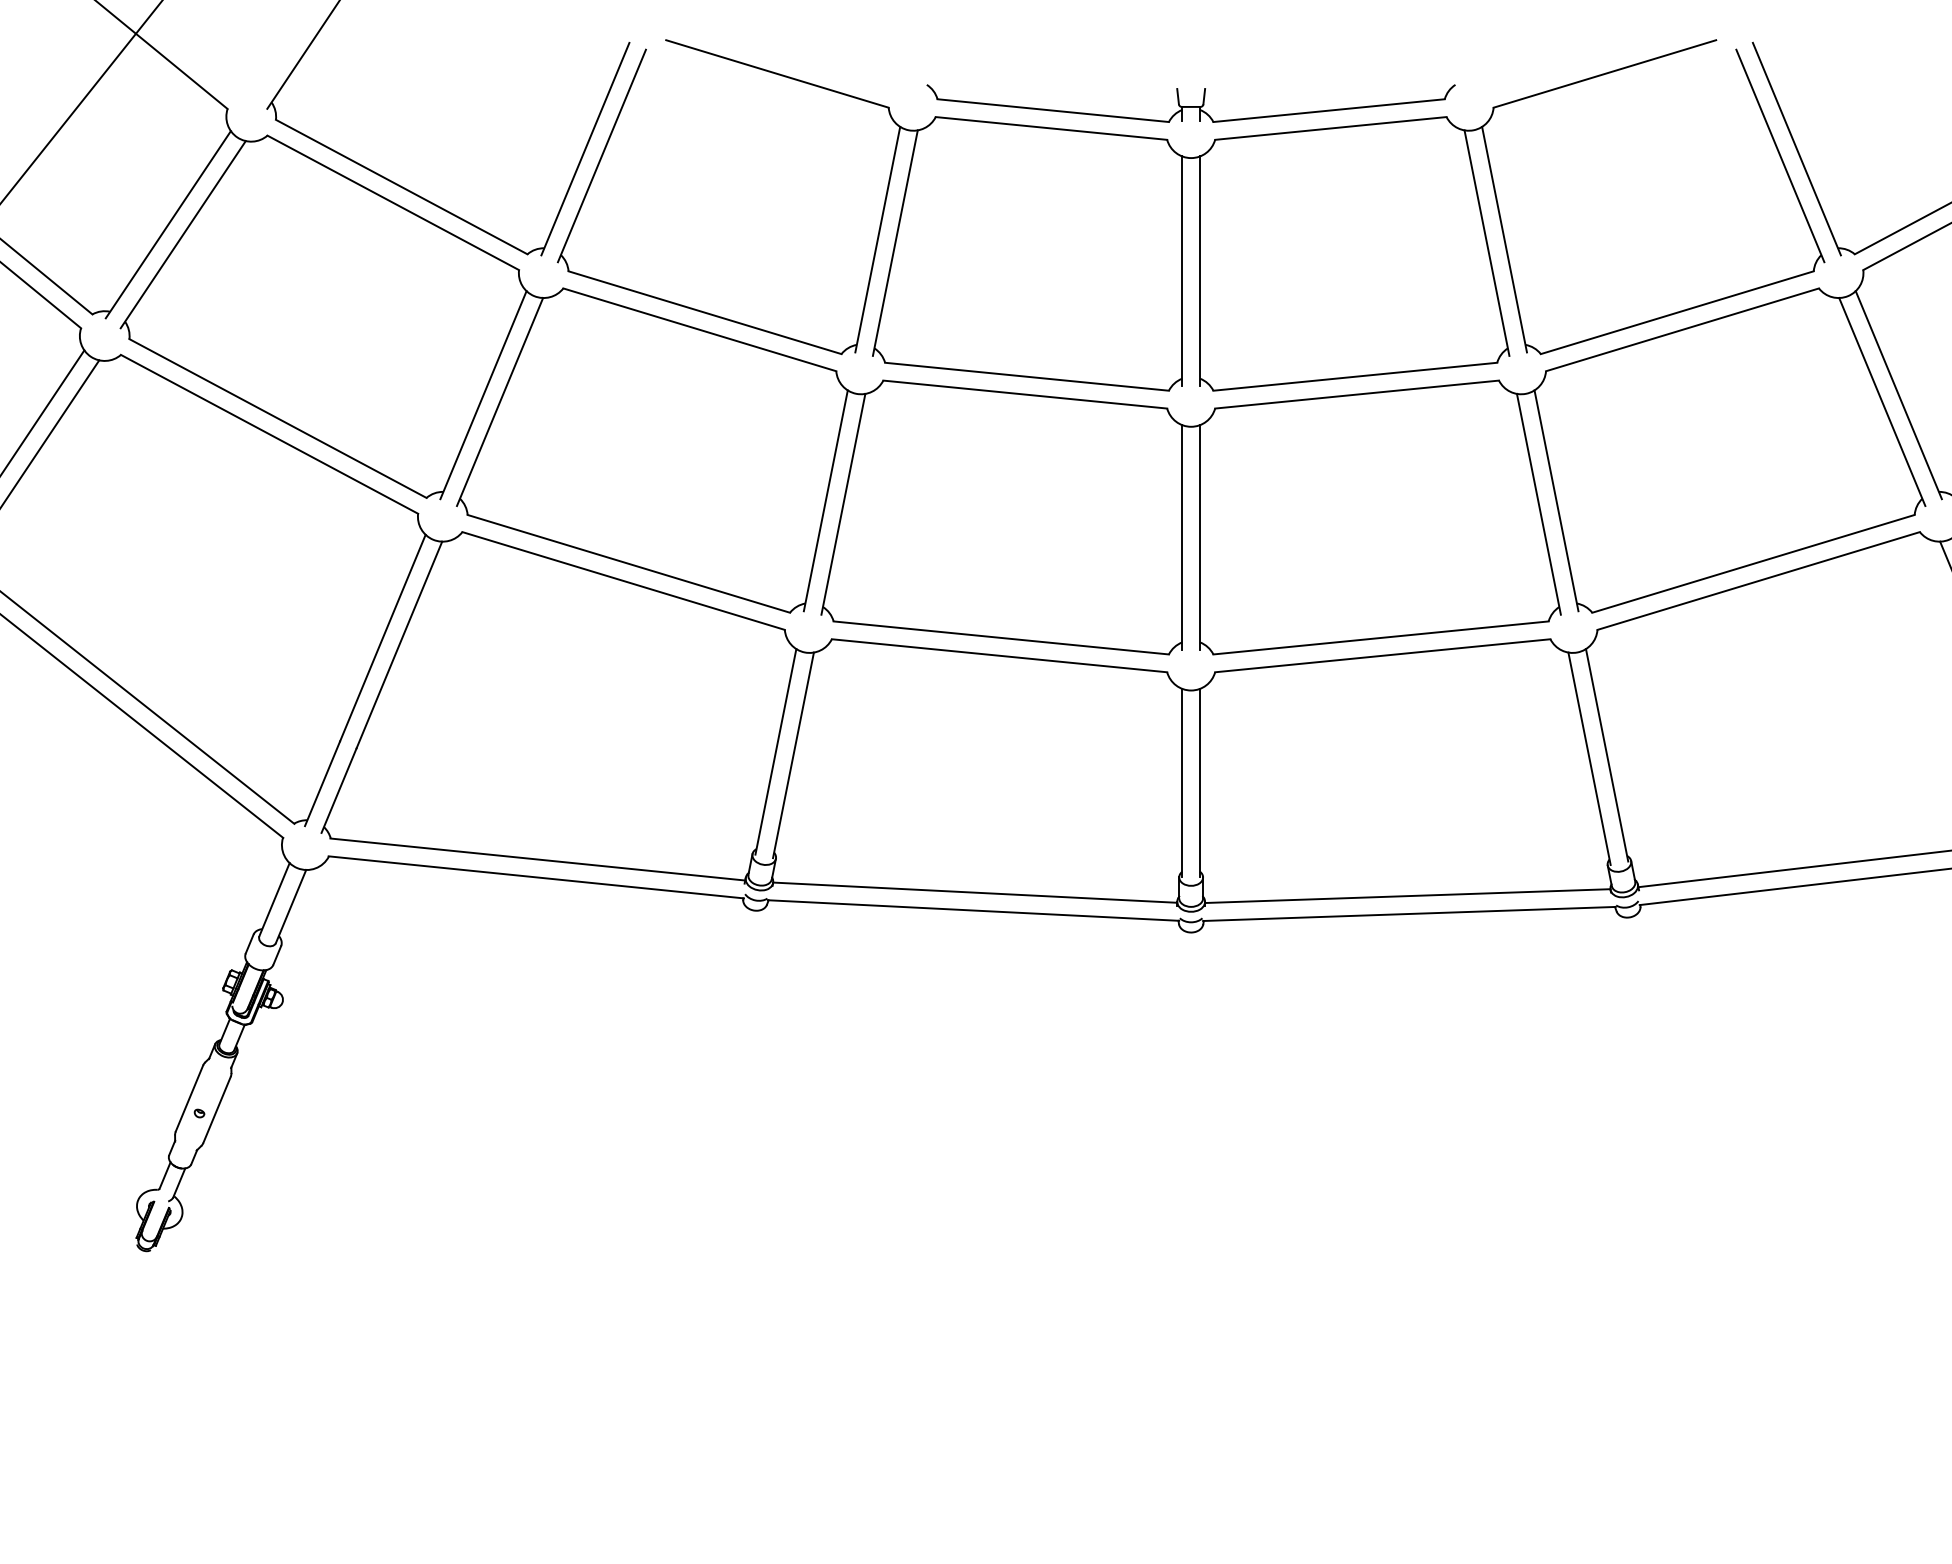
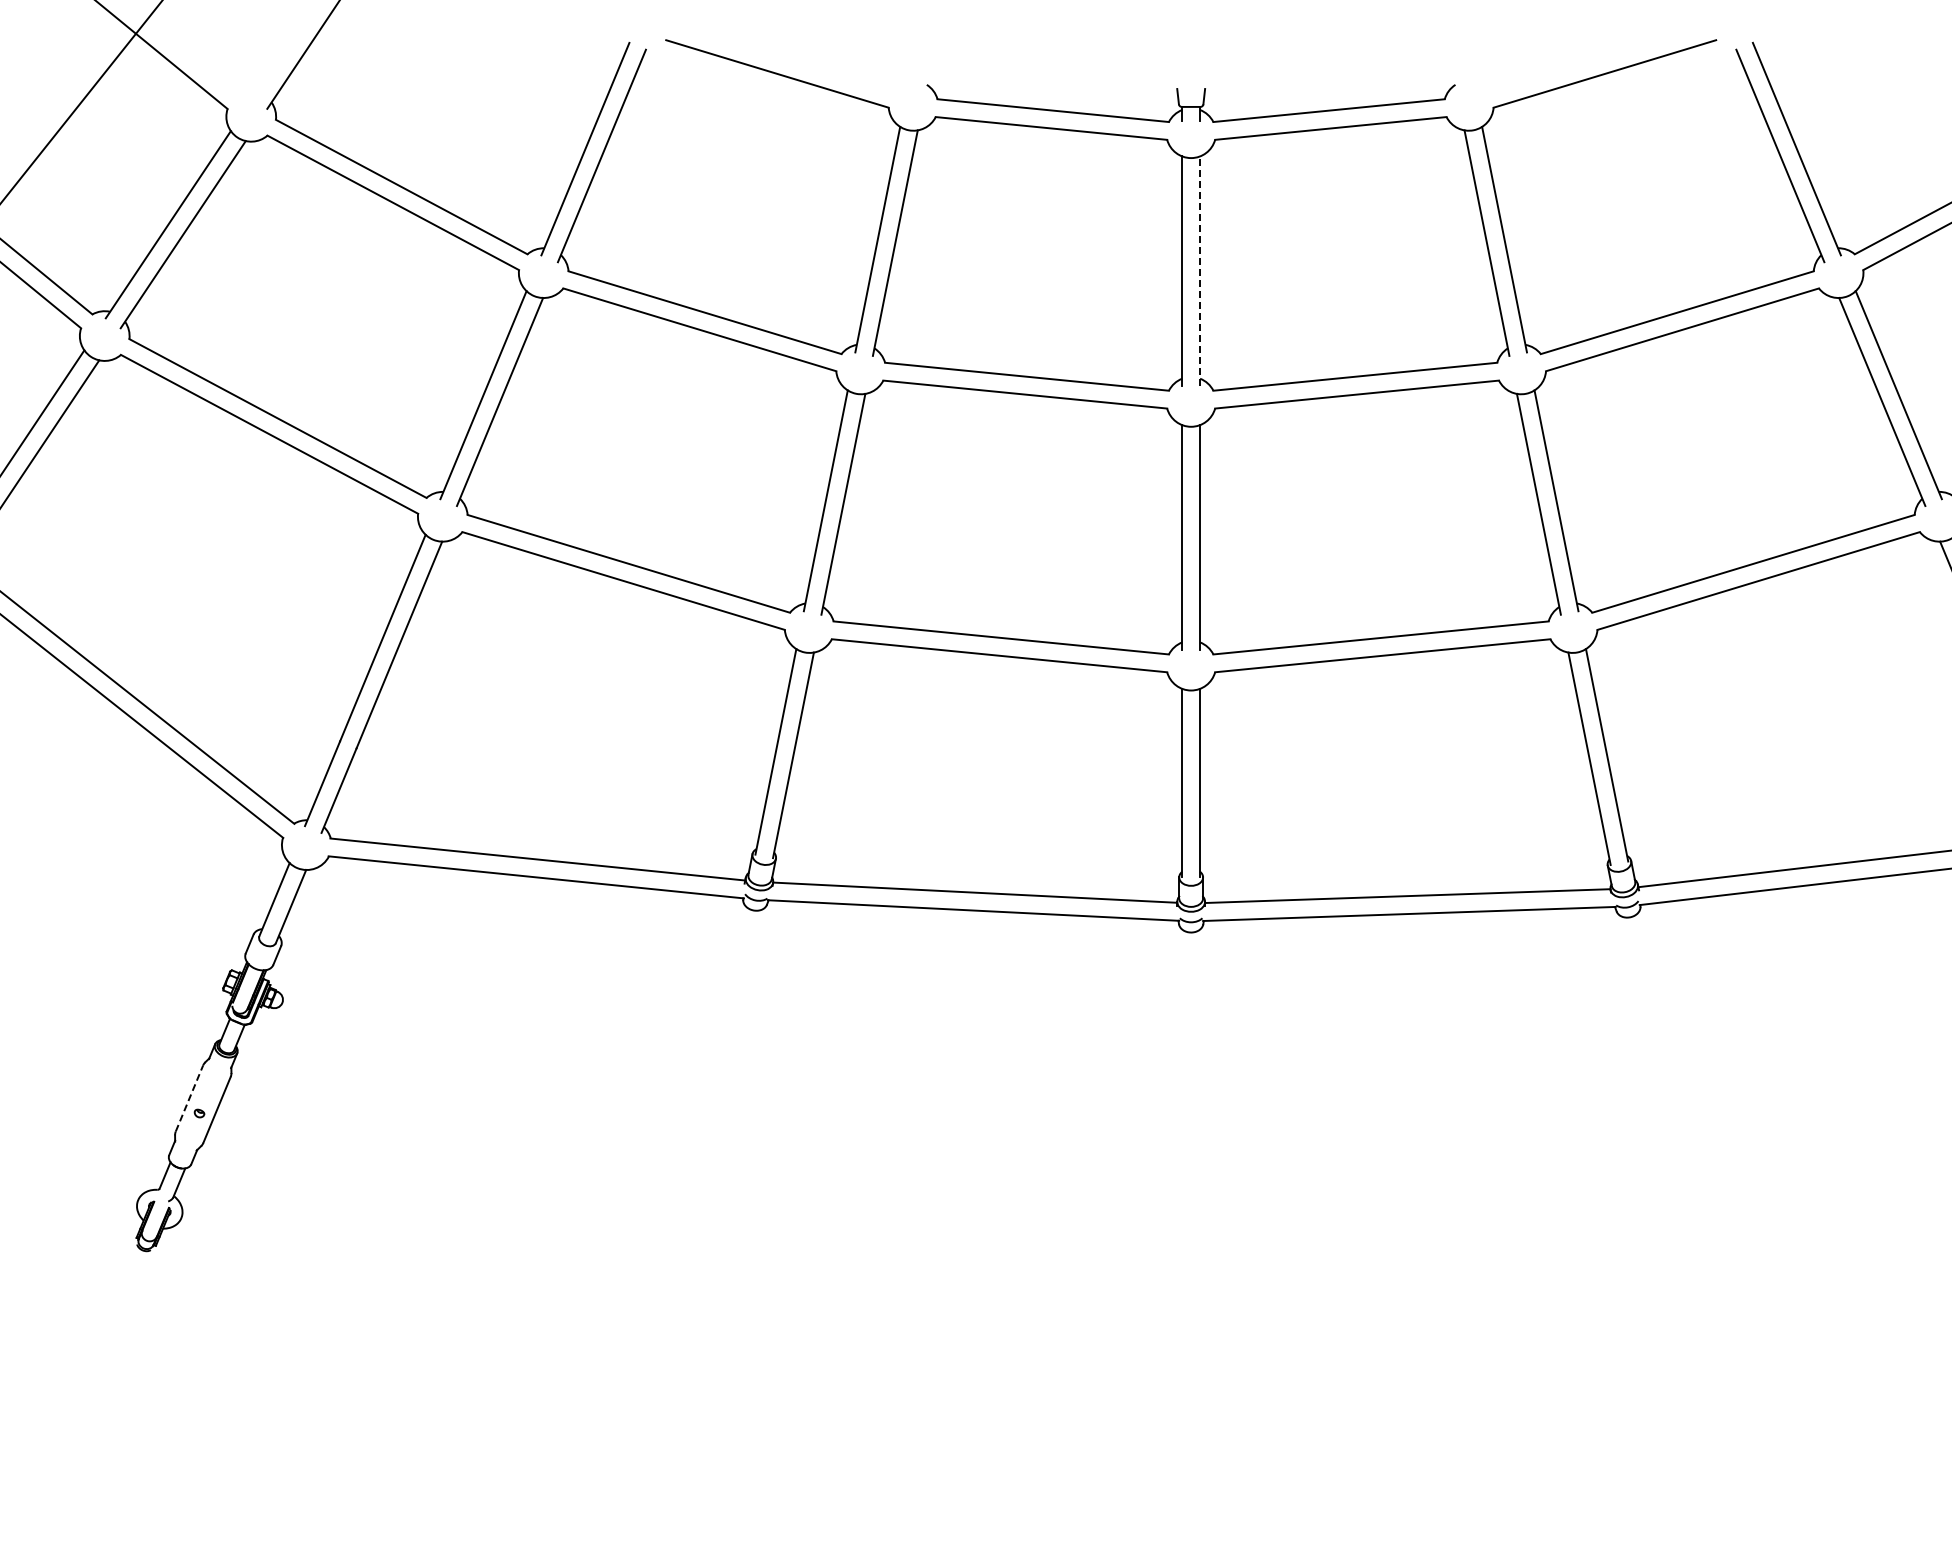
line at (1200, 271): solid -> dashed
line at (189, 1098): solid -> dashed
